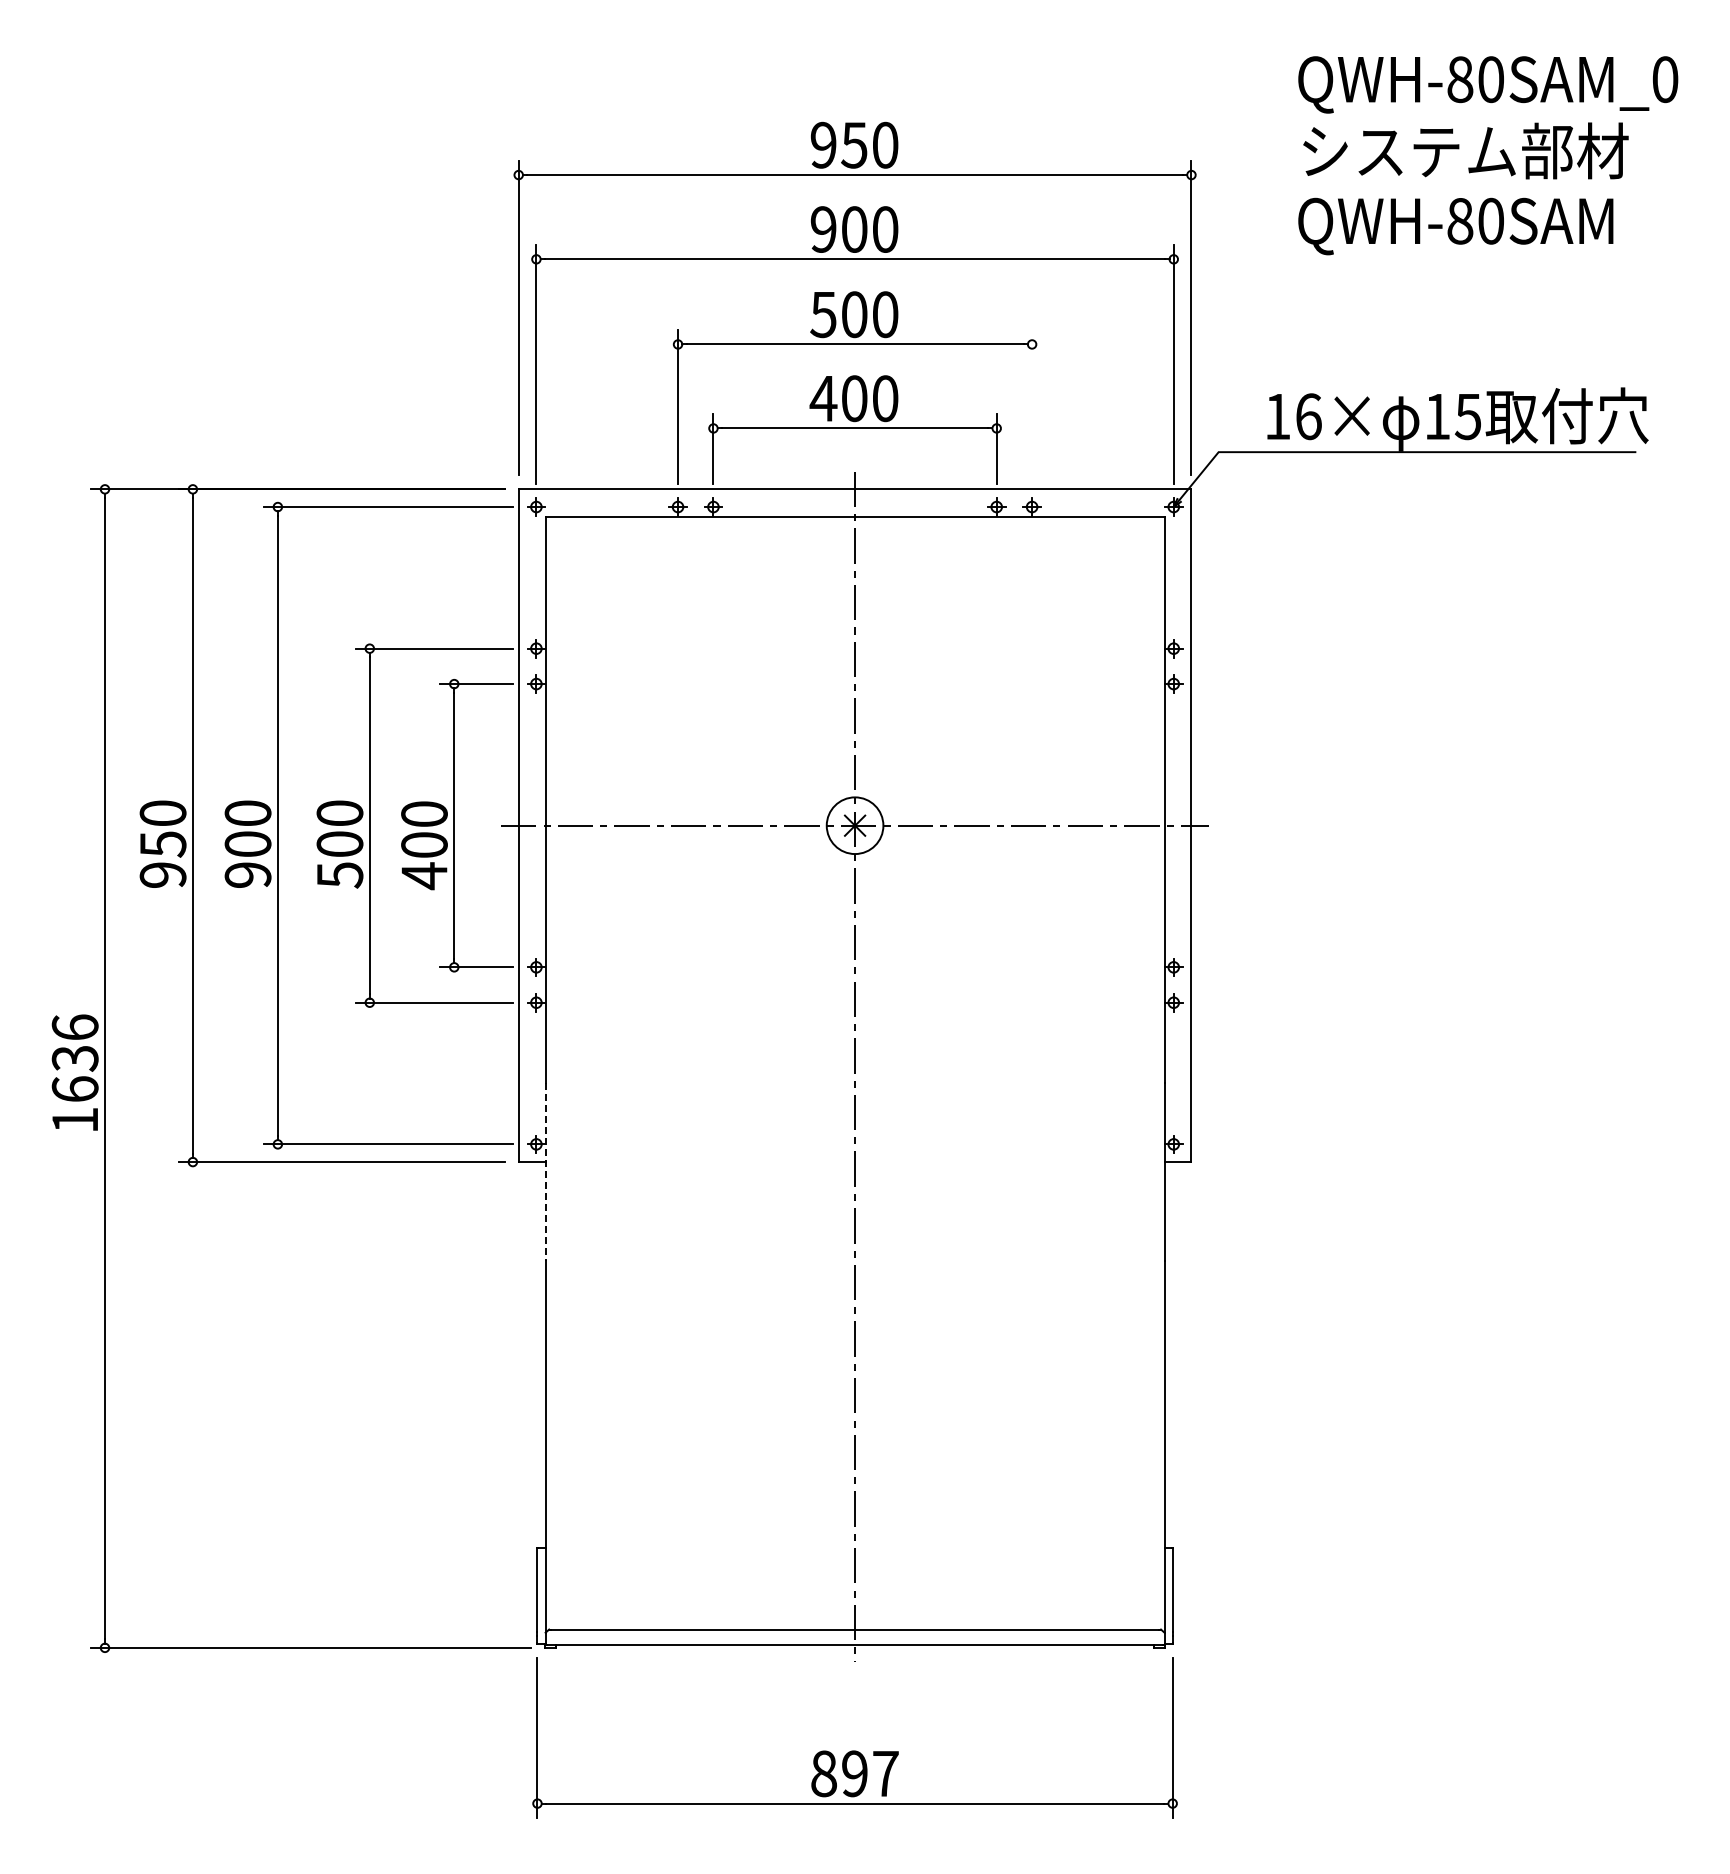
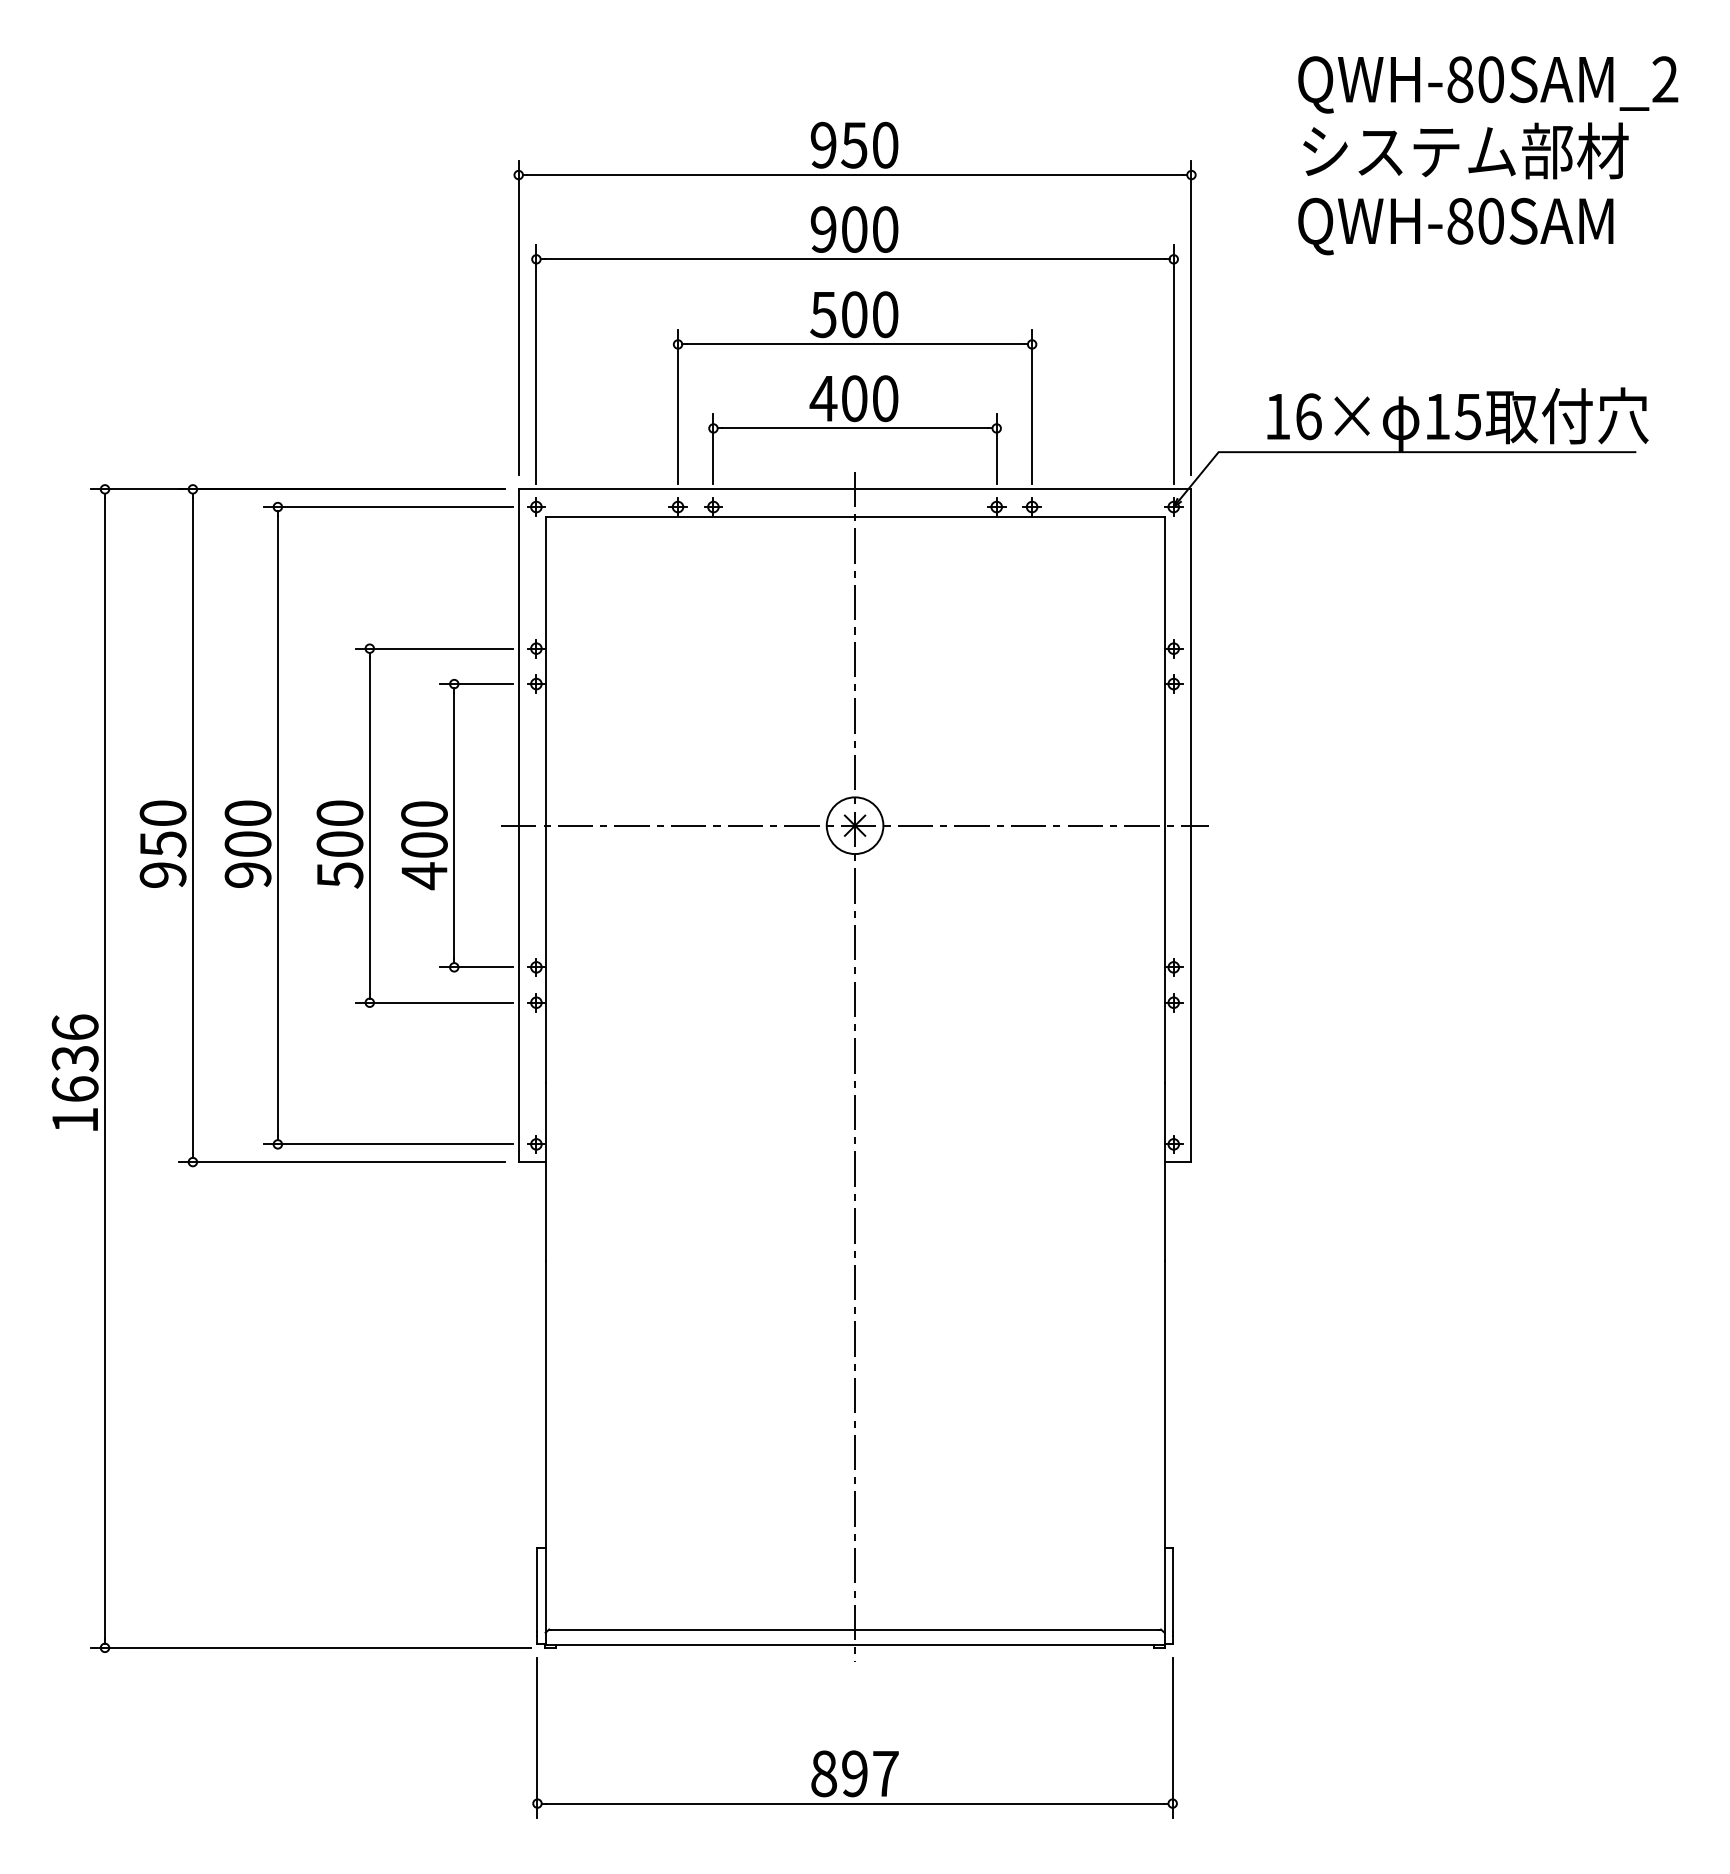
text at (1665, 79): QWH-80SAM_0 -> QWH-80SAM_2
line at (1032, 407): none -> present
line at (545, 1172): dashed -> solid
